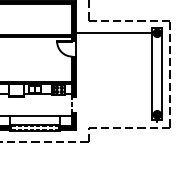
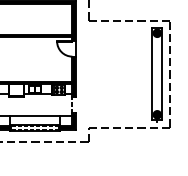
line at (113, 33): present -> none
